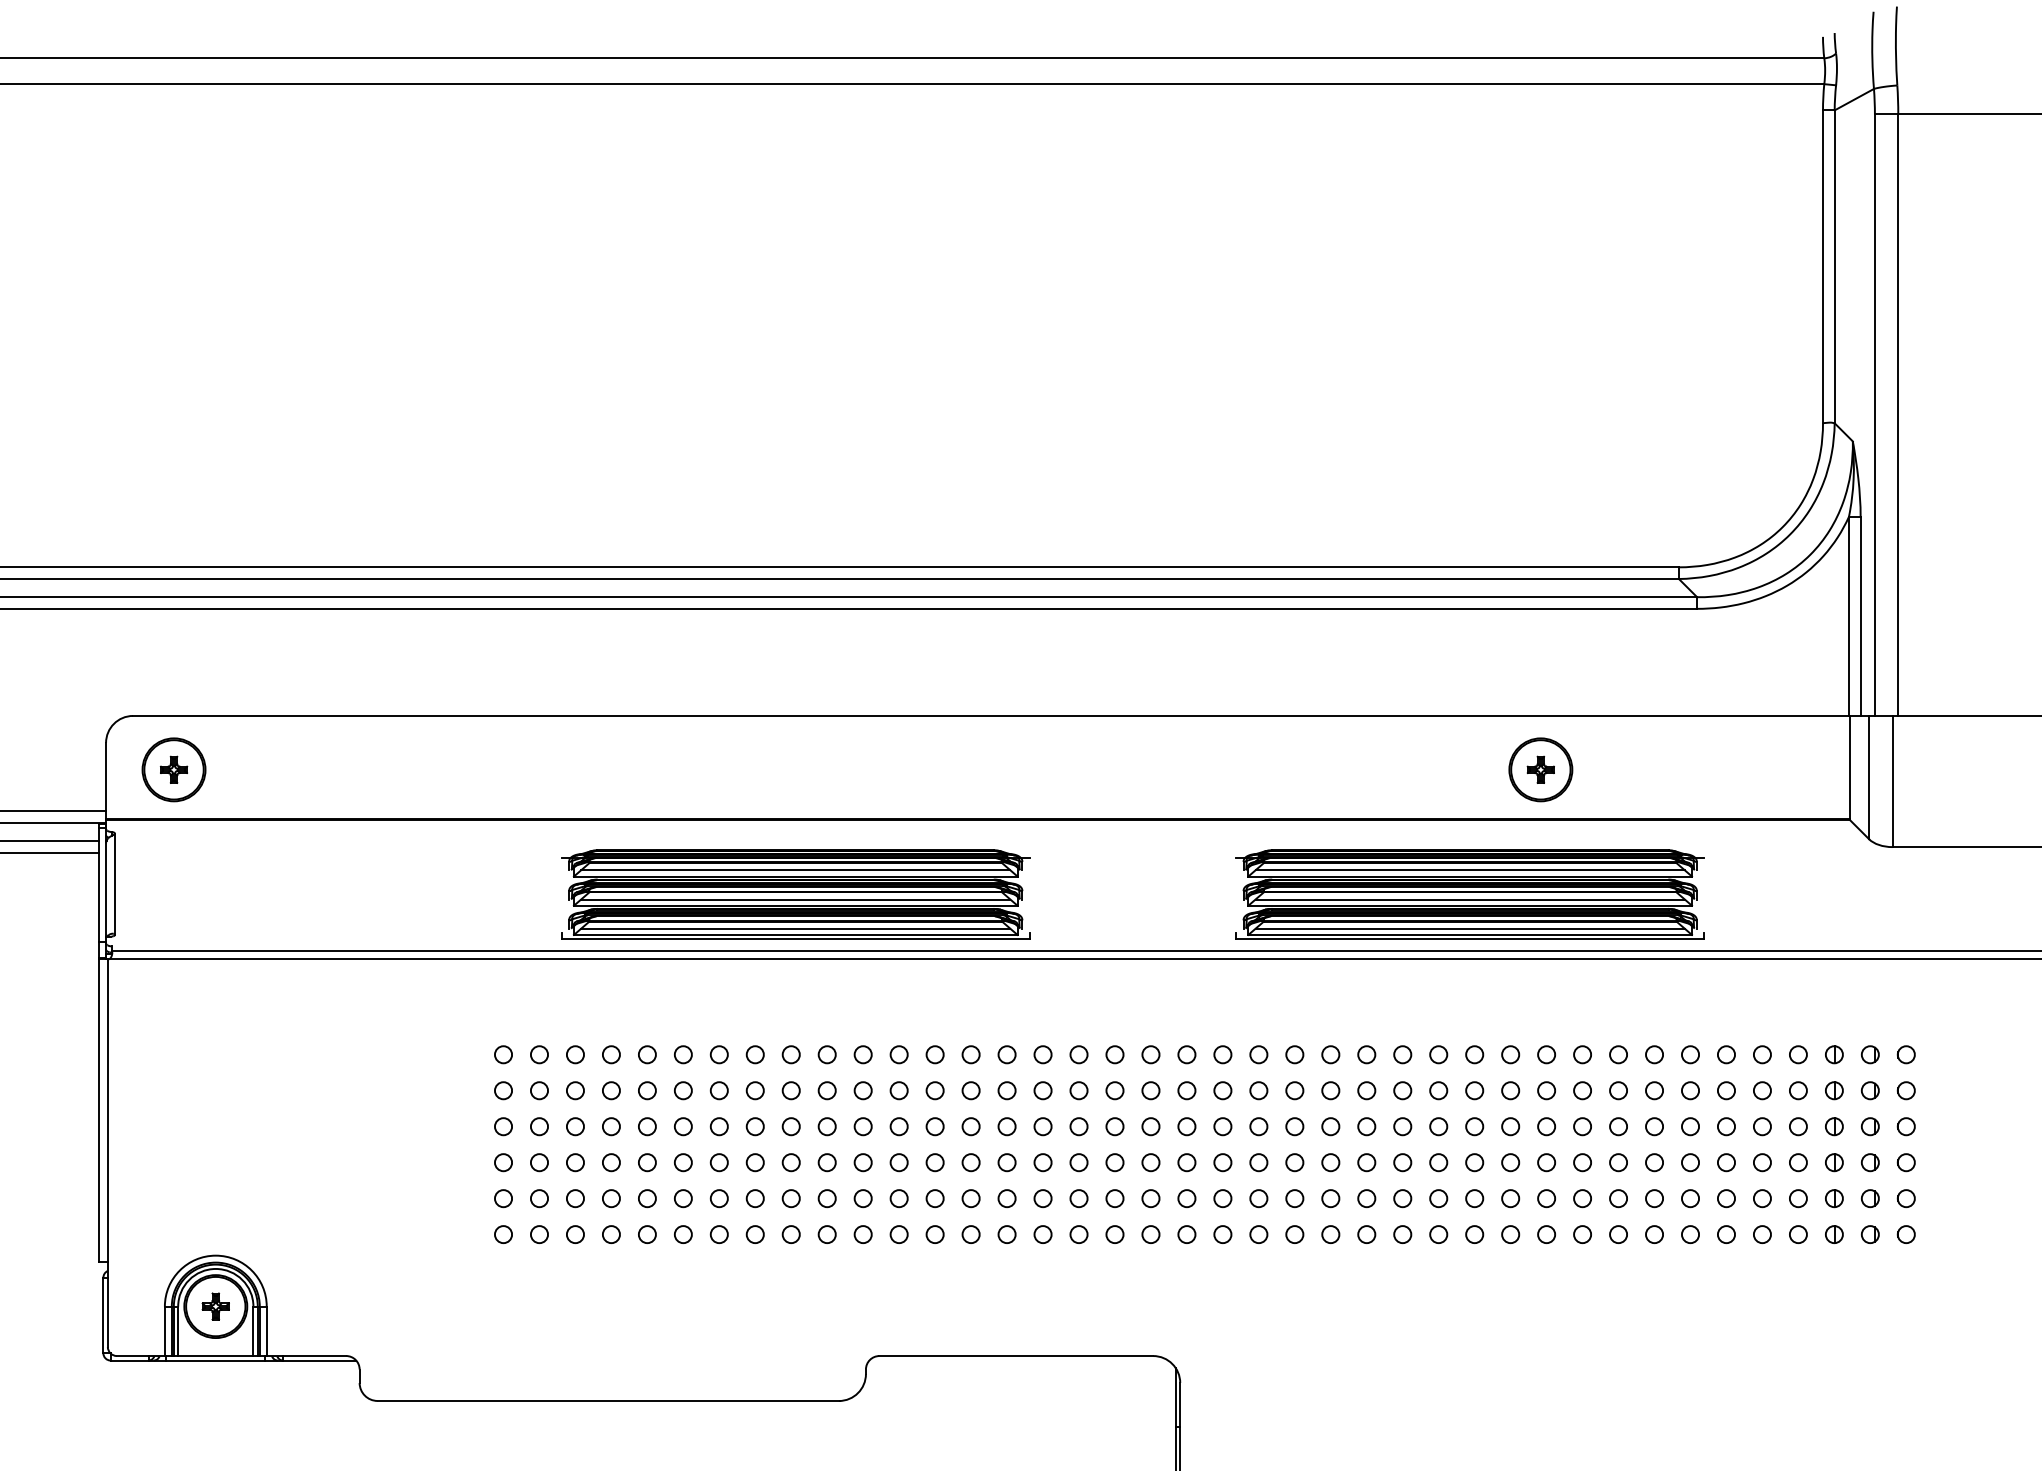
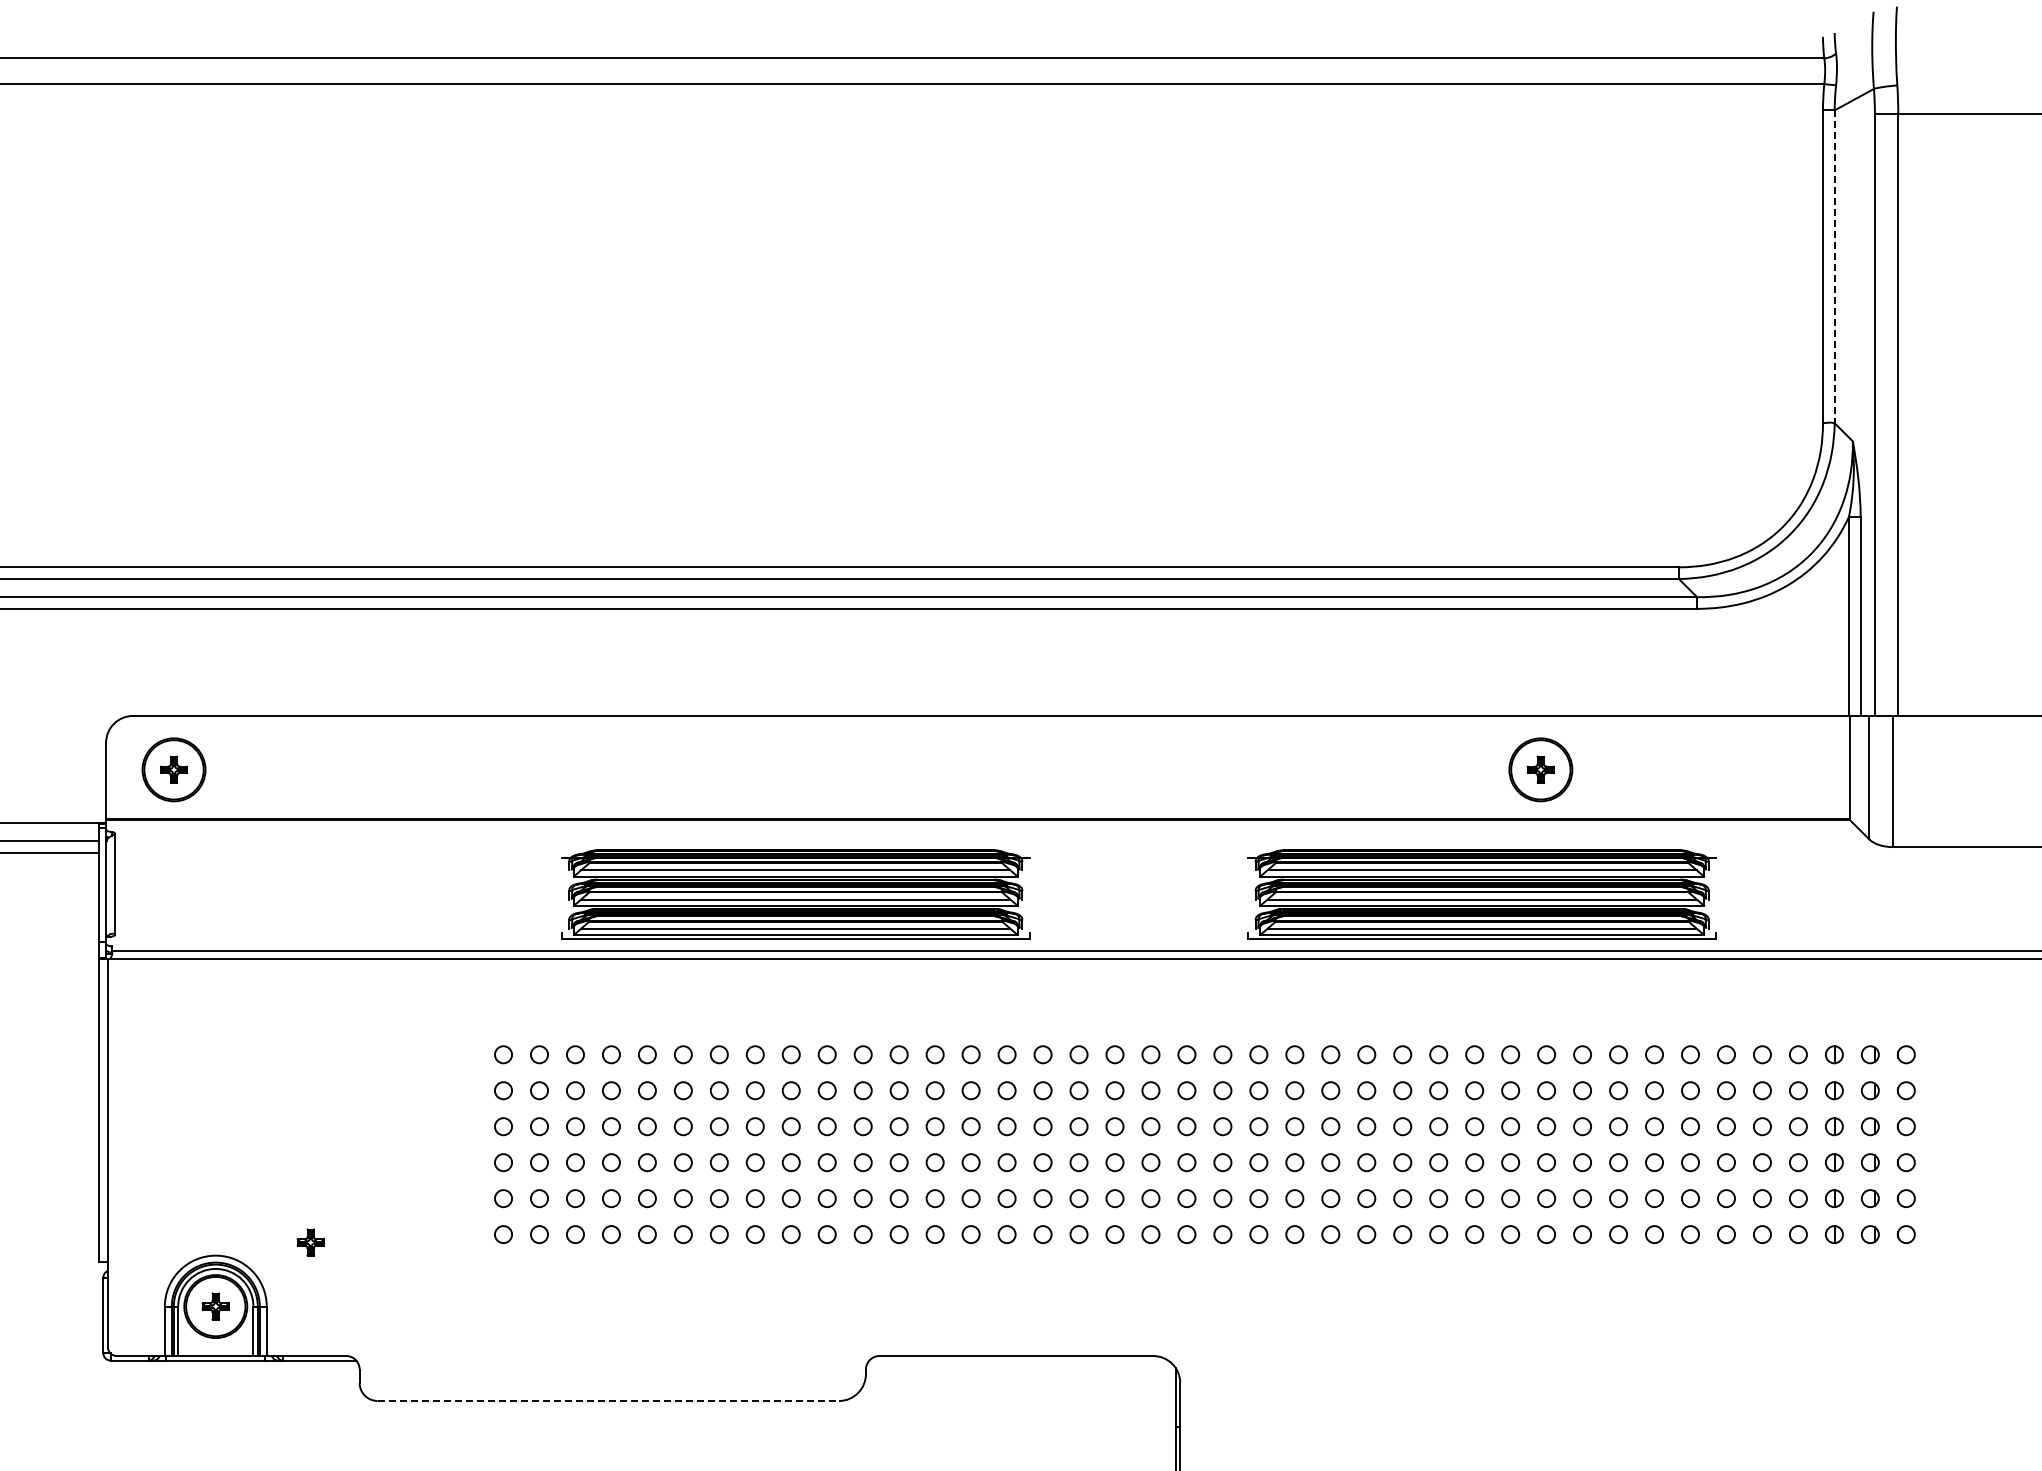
line at (1834, 267): solid -> dashed
line at (54, 811): present -> none
part at (1469, 894) position: (1469, 894) -> (1481, 894)
part at (310, 1242): none -> present
line at (609, 1400): solid -> dashed
